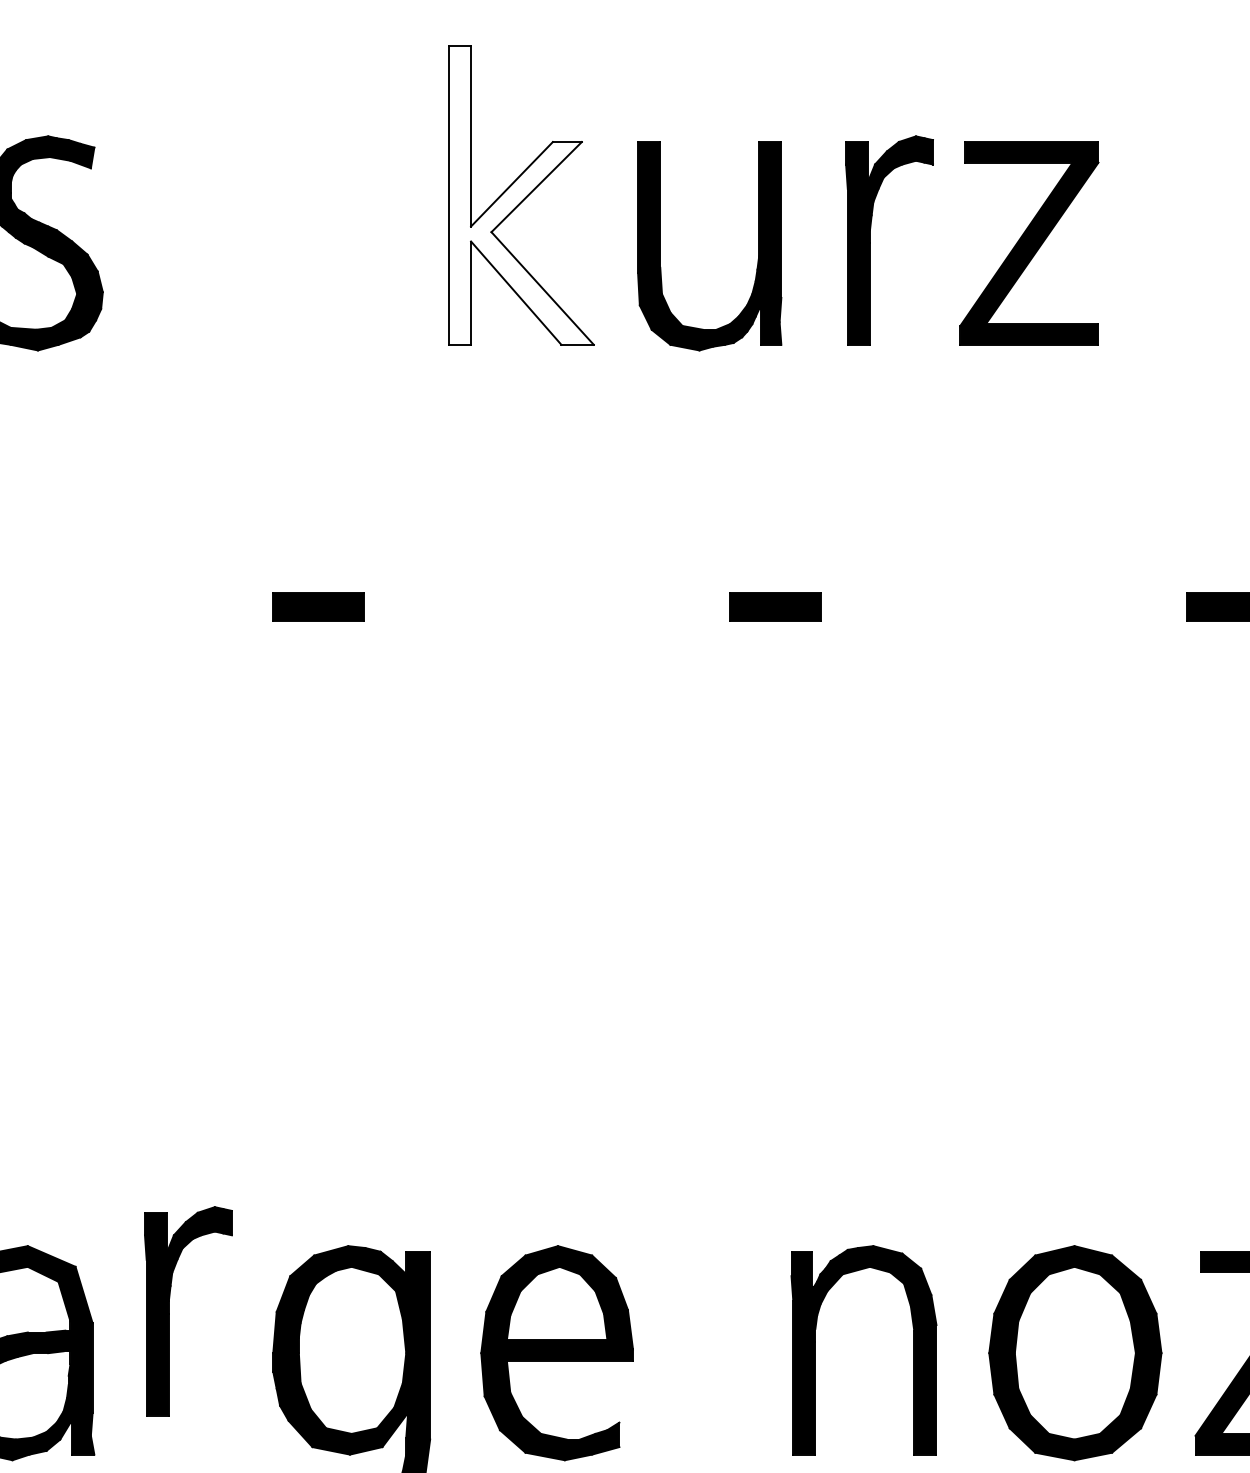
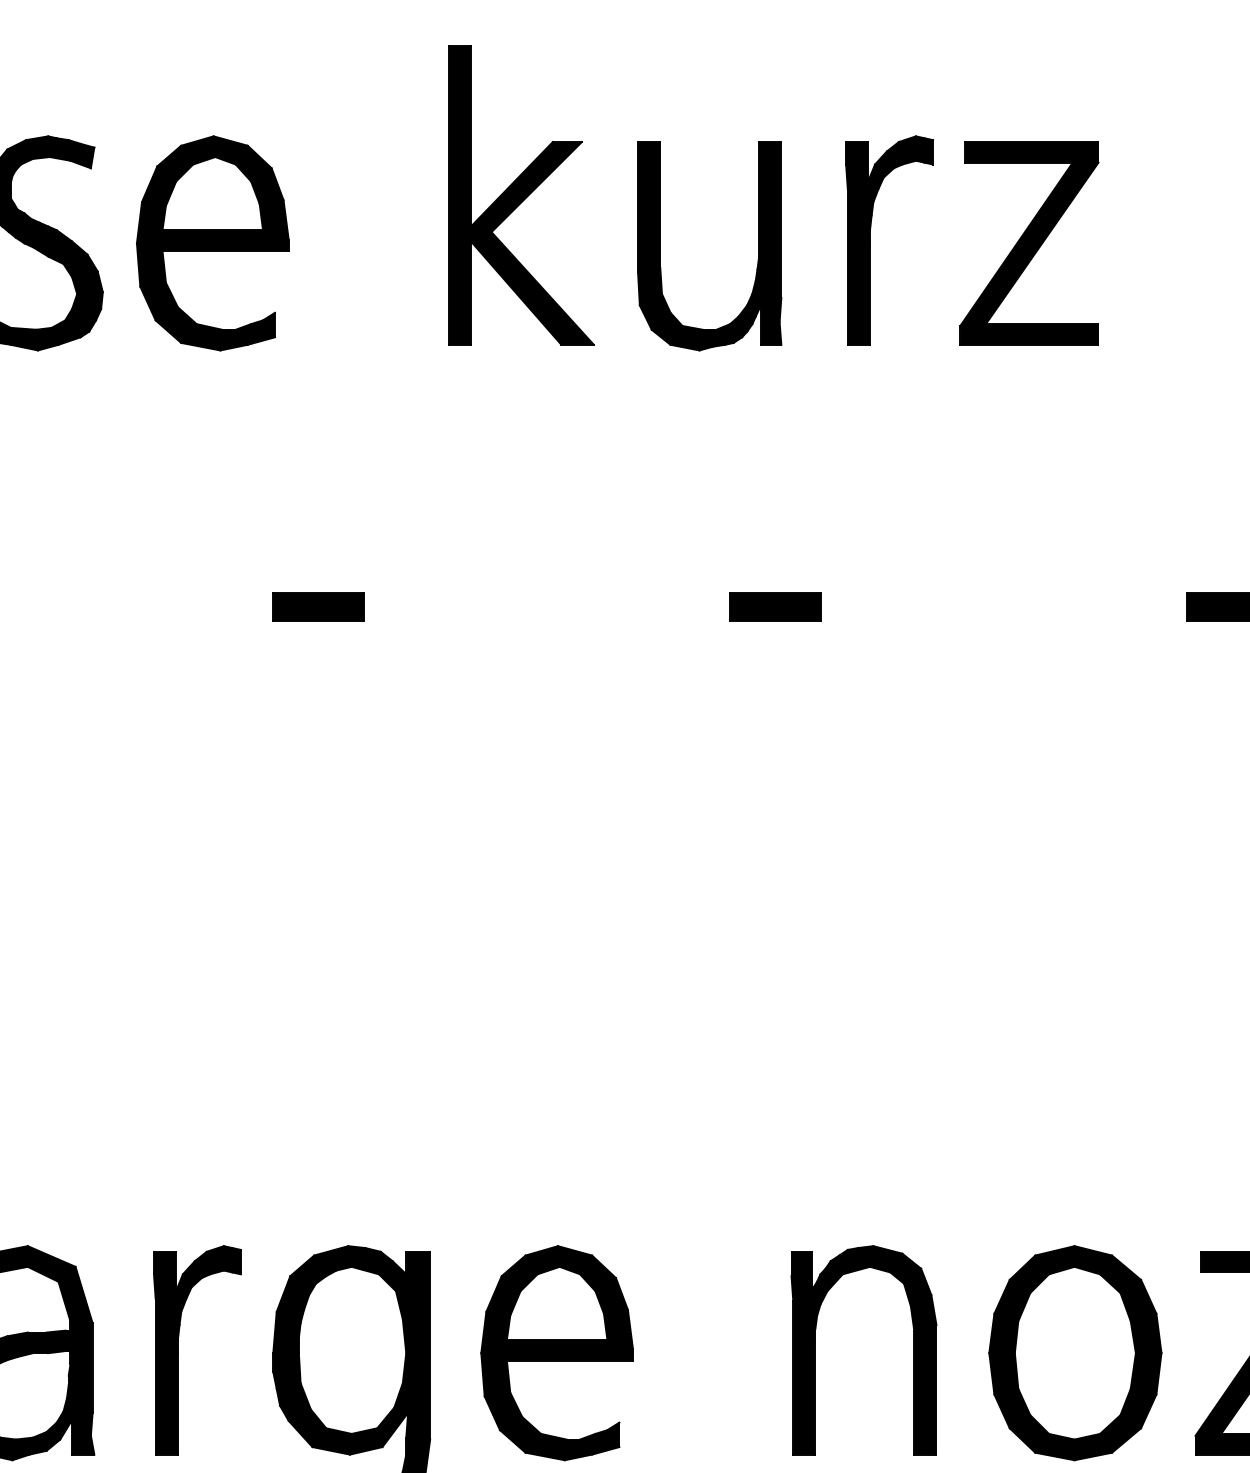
fill at (520, 195): none -> present
part at (212, 243): none -> present
part at (169, 1311) position: (169, 1311) -> (178, 1350)
